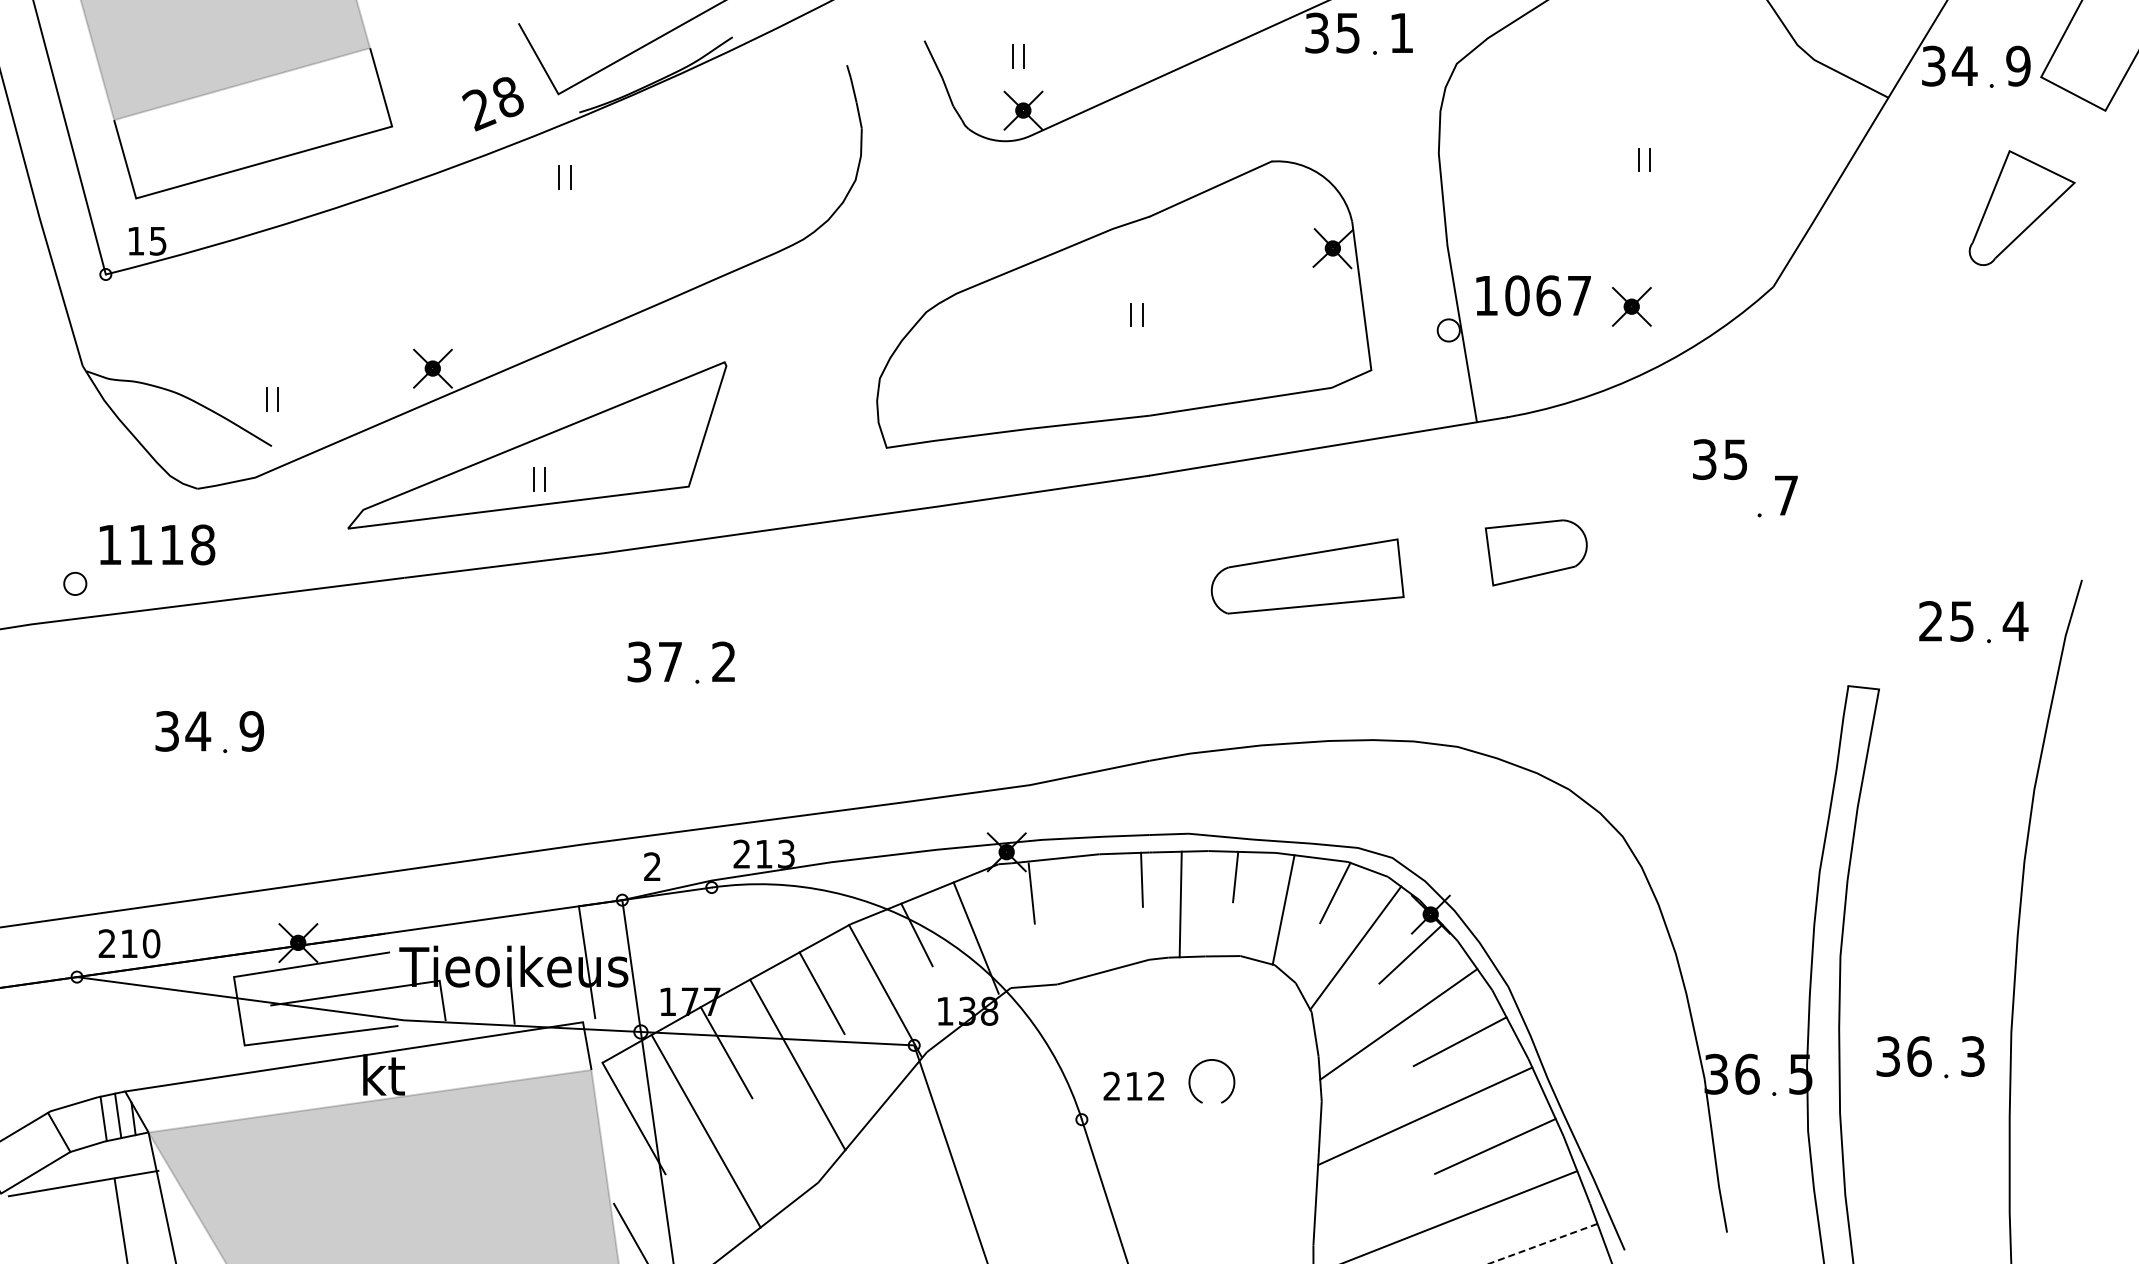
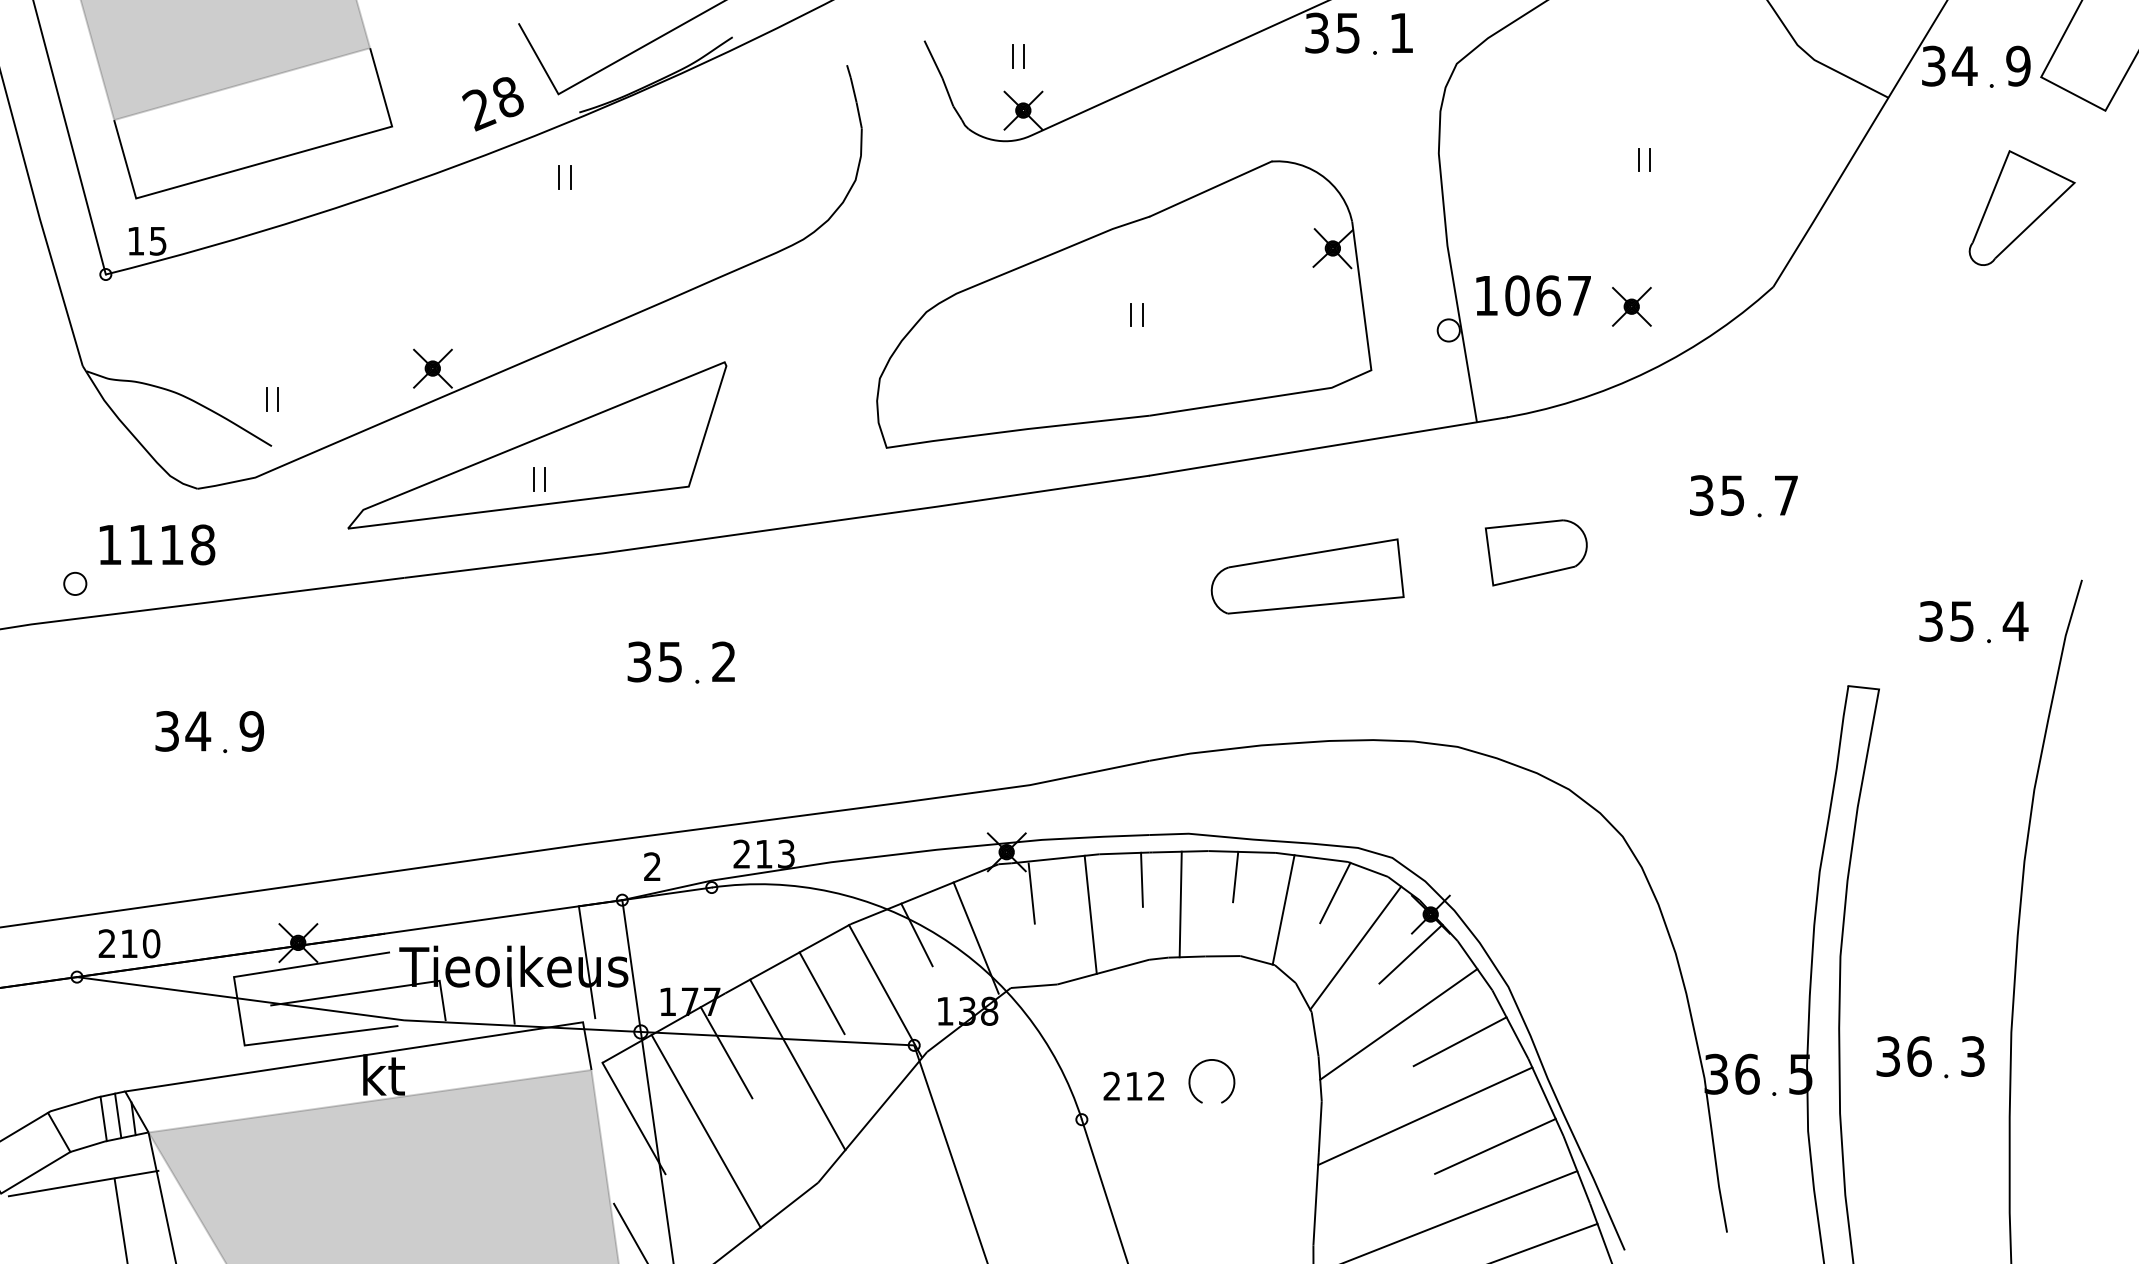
text at (1719, 459) position: (1719, 459) -> (1716, 495)
text at (1930, 621): 25 -> 35
text at (669, 662): 37 -> 35
line at (1090, 914): none -> present
line at (1543, 1243): dashed -> solid
